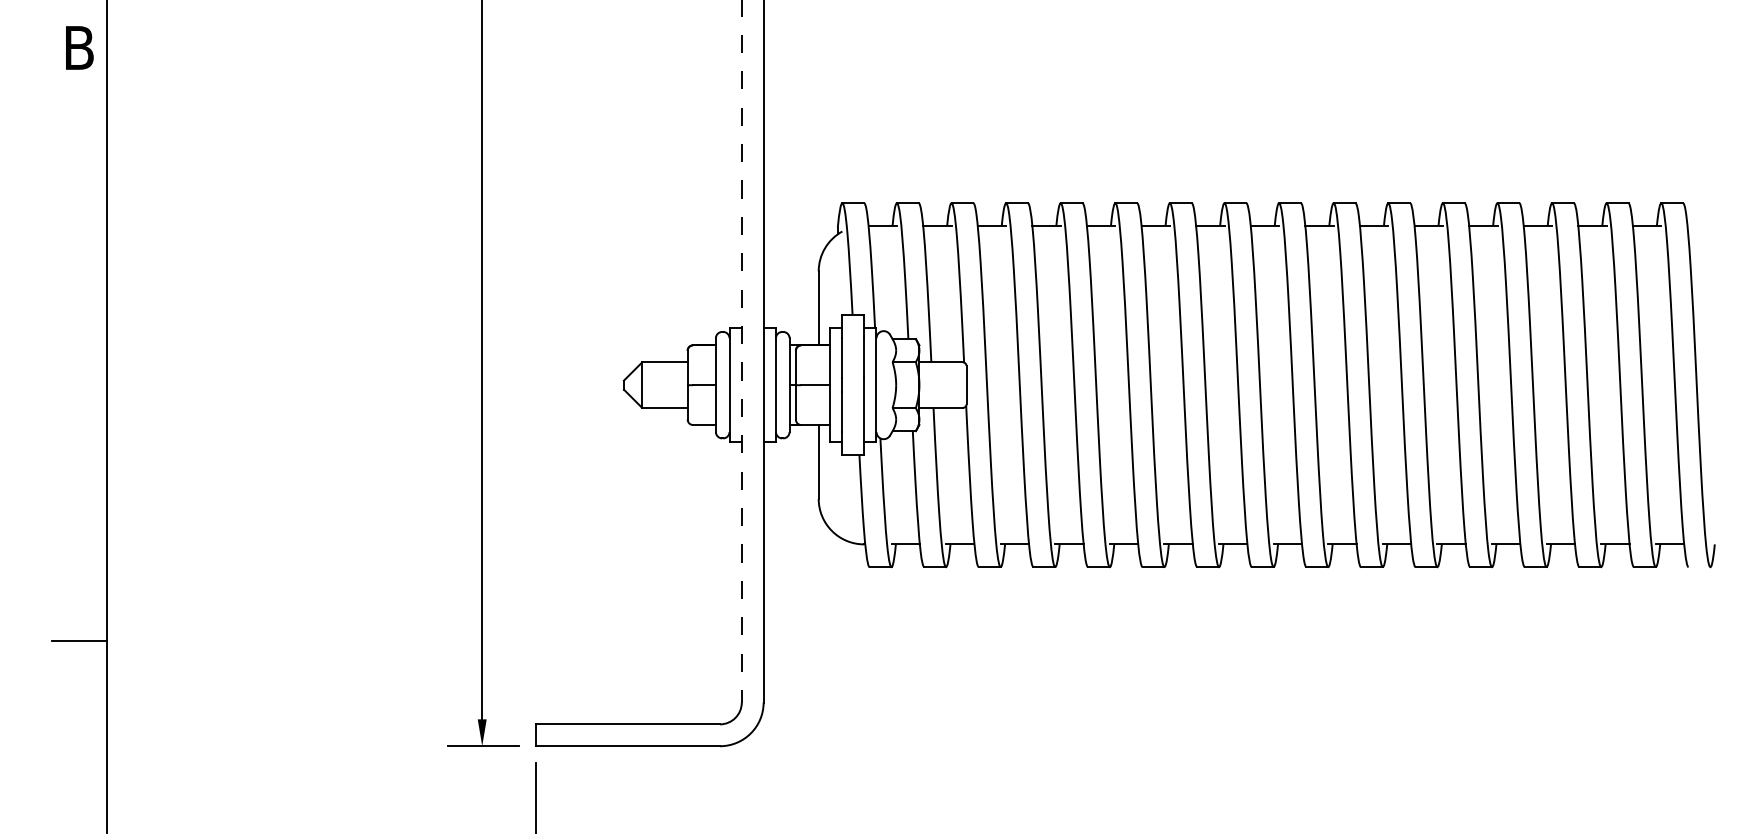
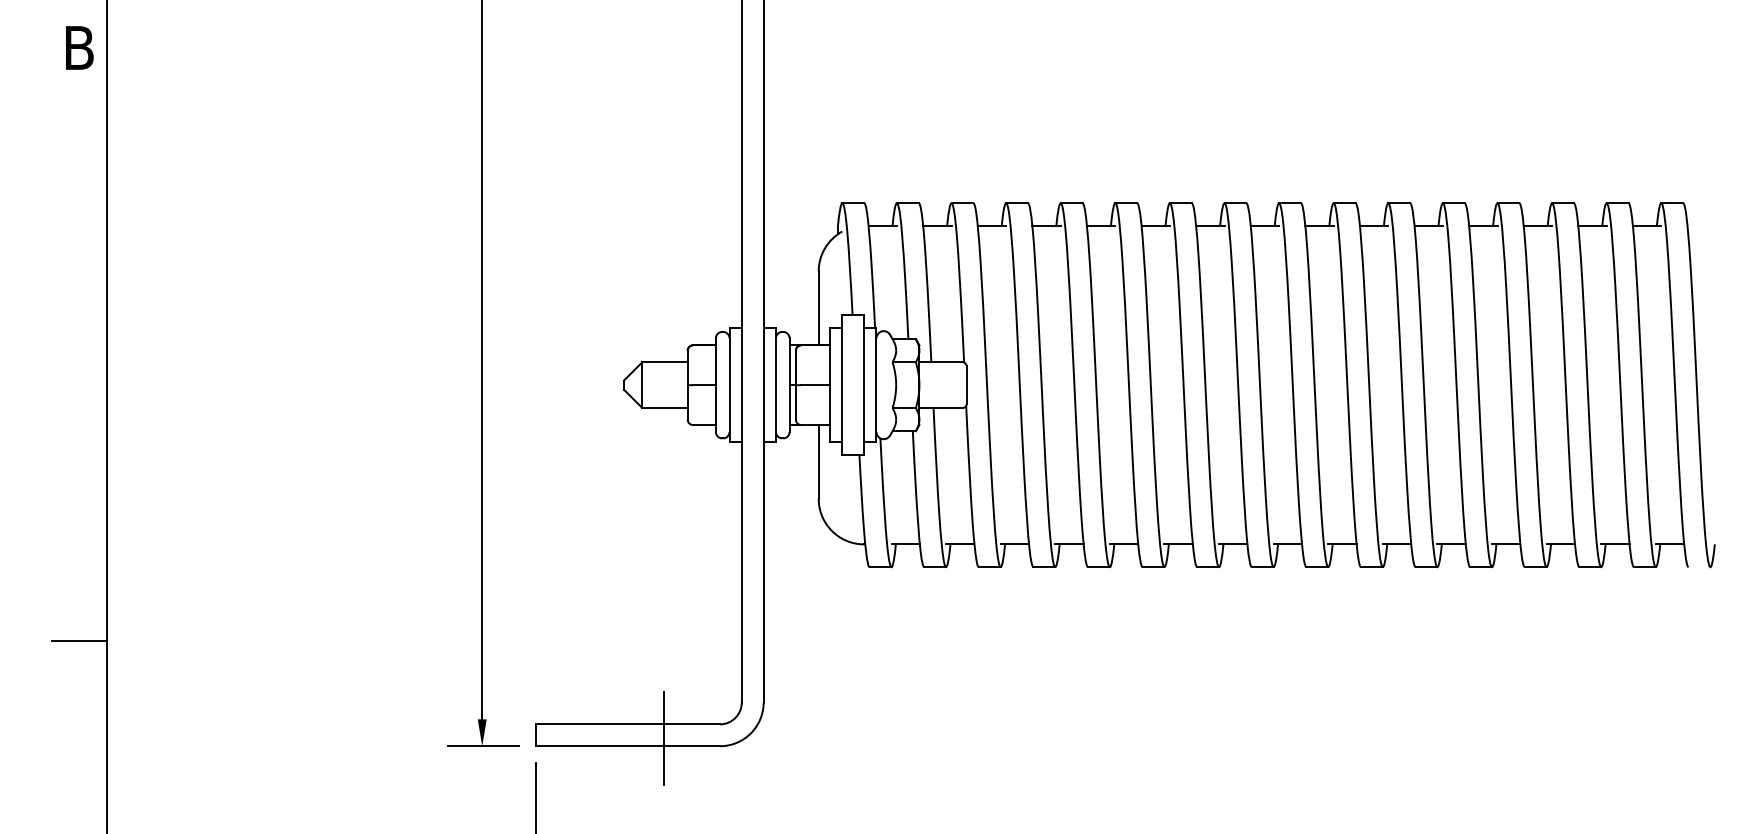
line at (741, 351): dashed -> solid
line at (664, 737): none -> present
